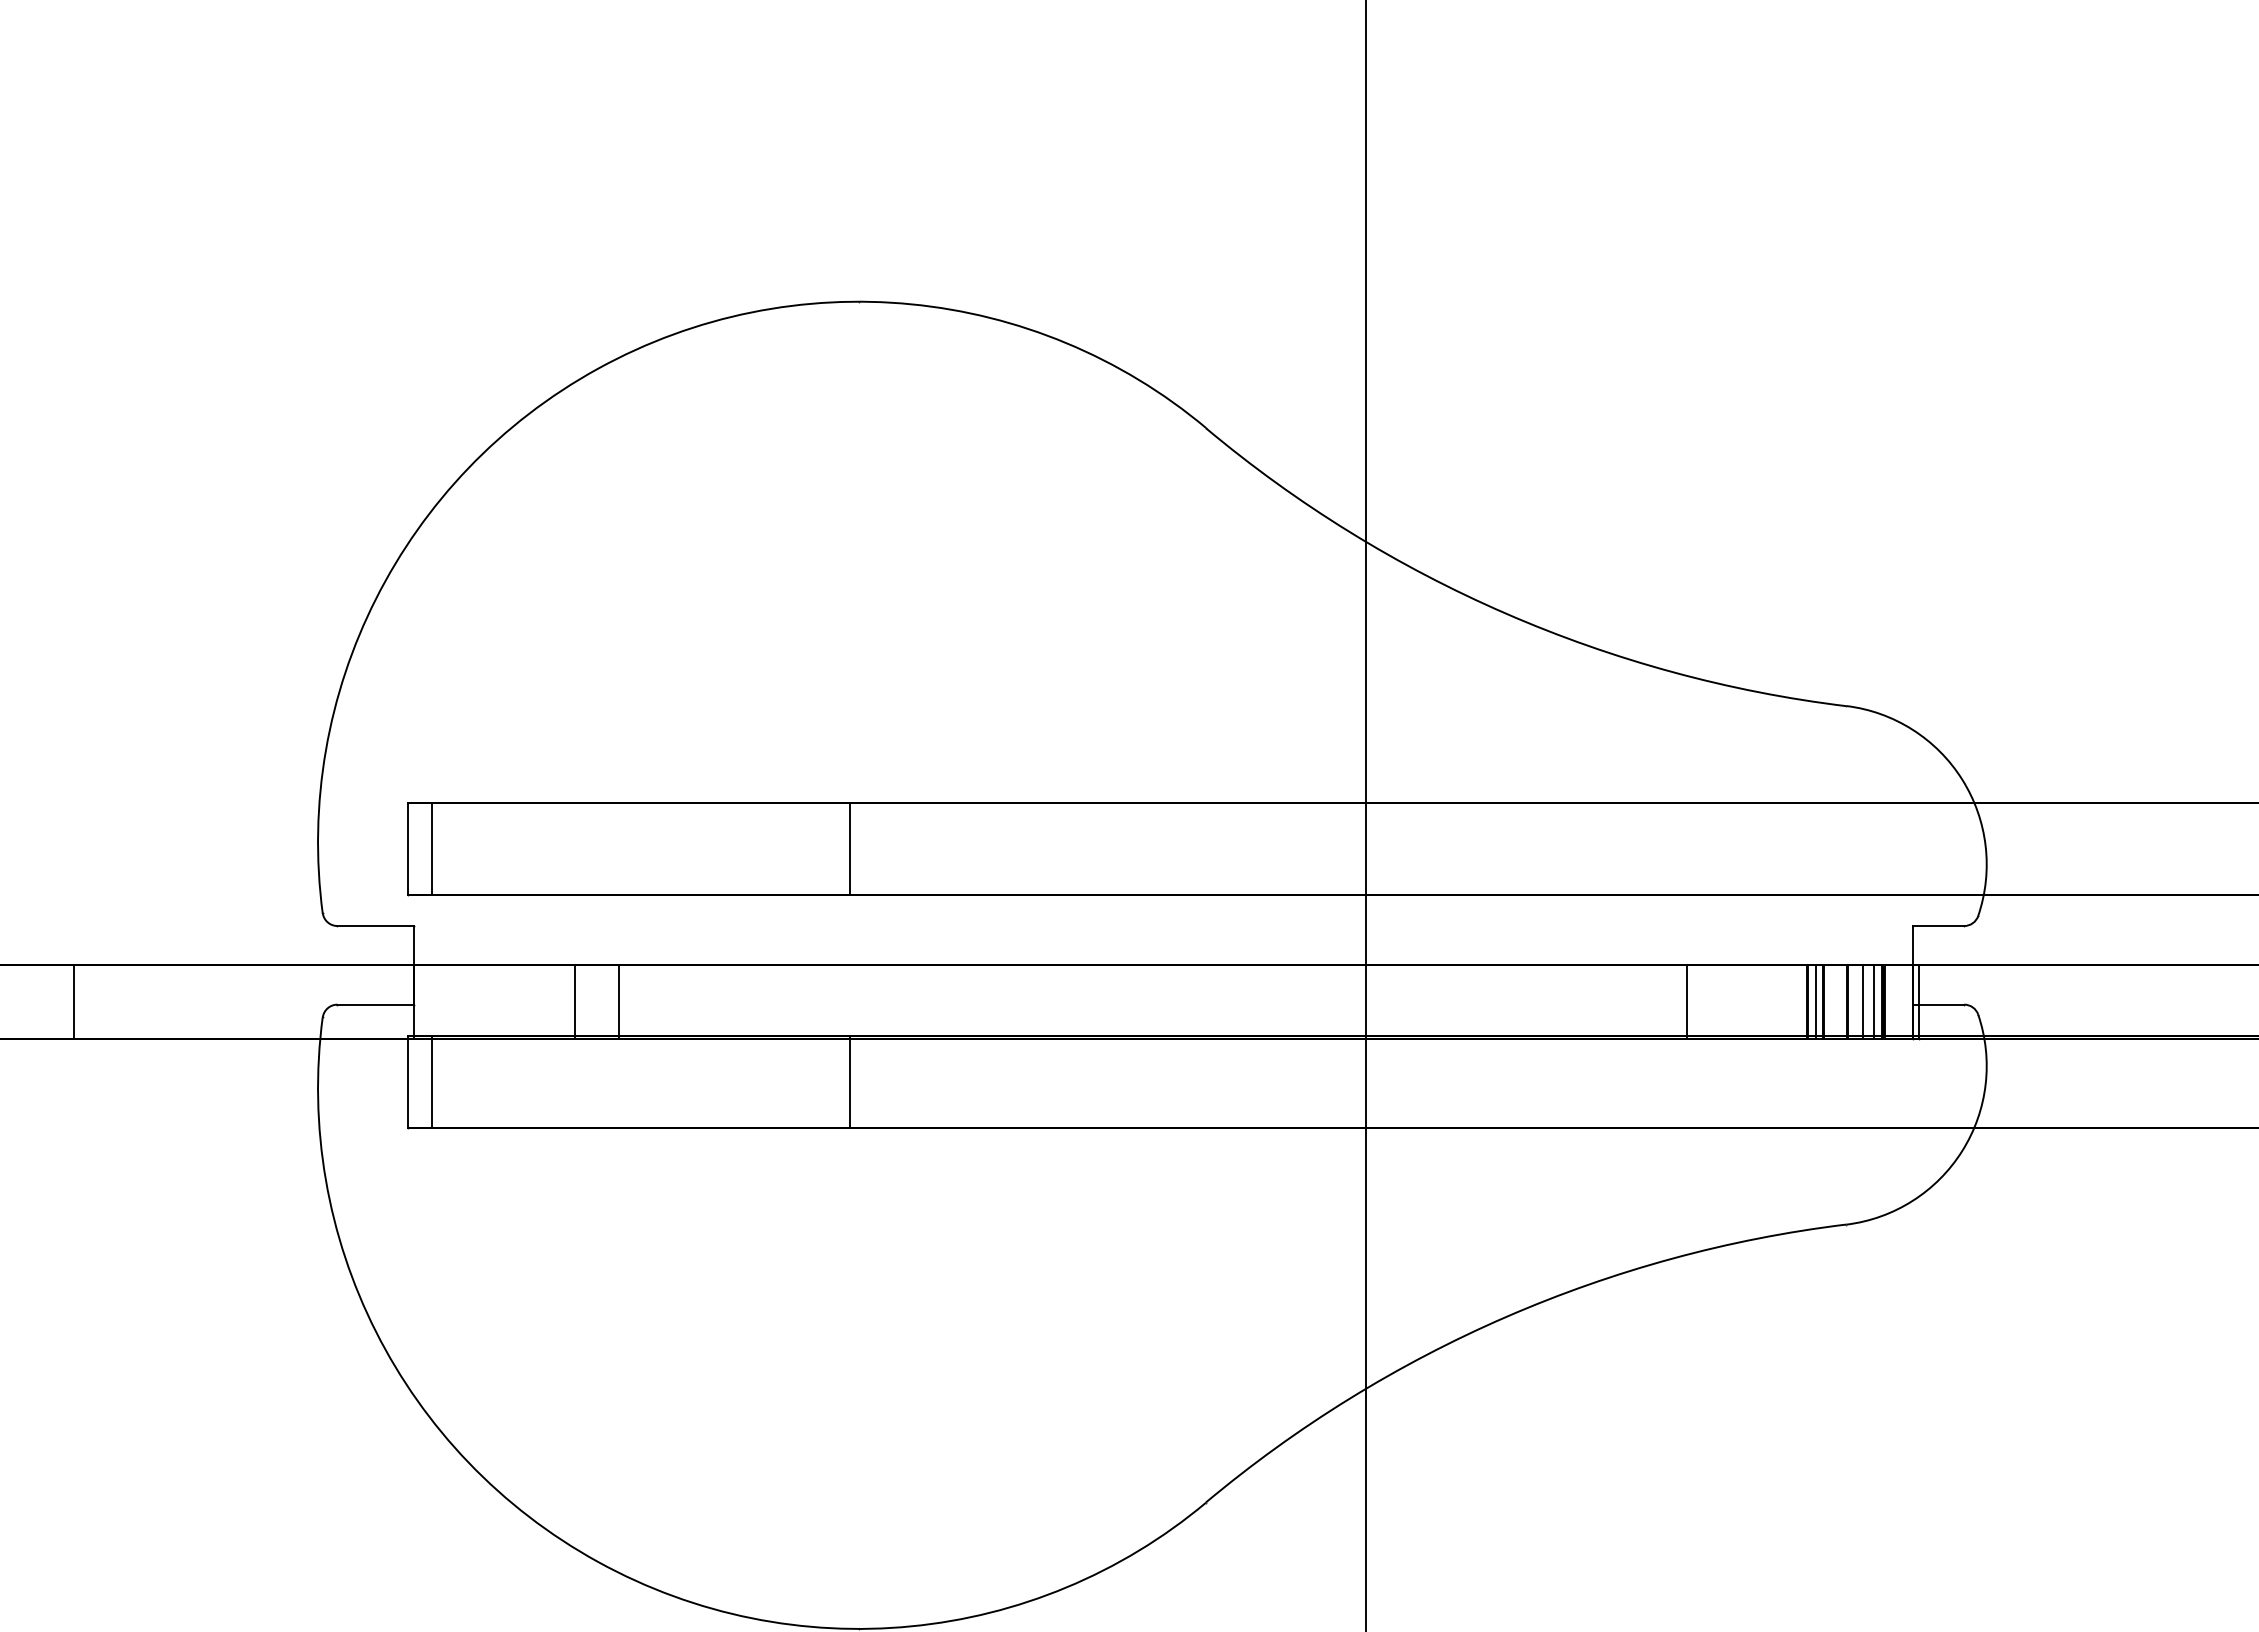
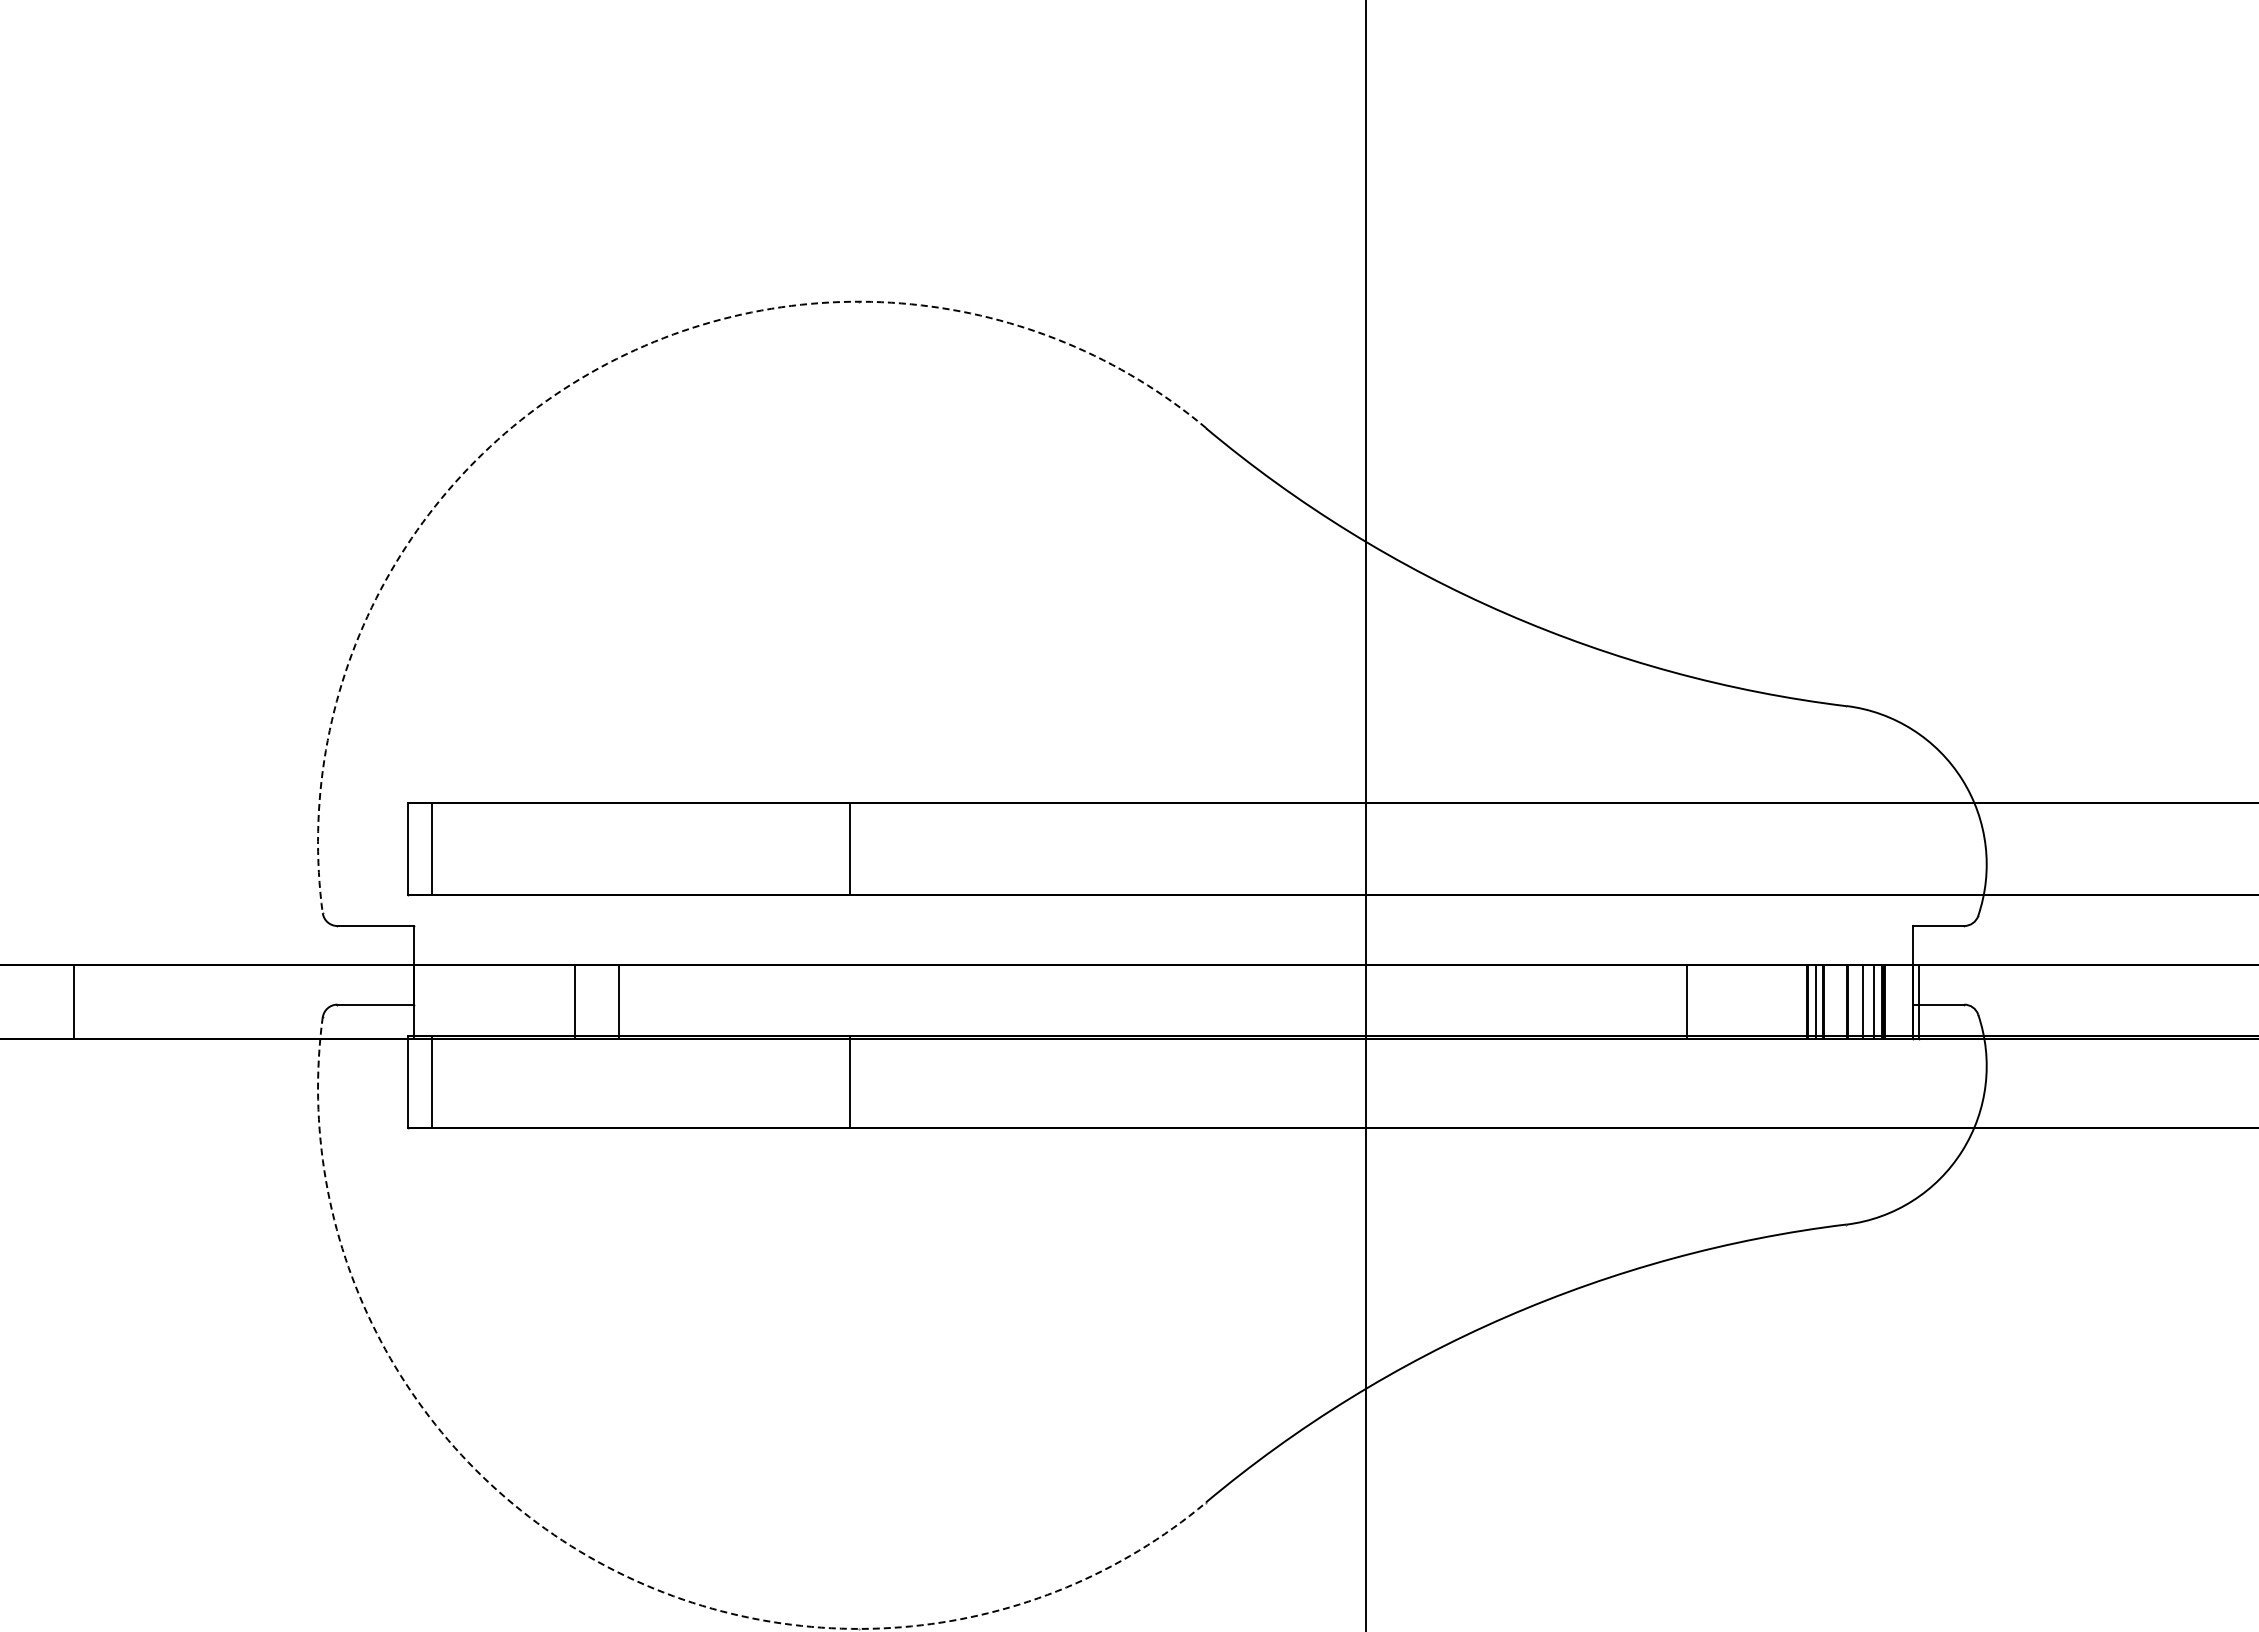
arc at (598, 368): solid -> dashed
arc at (598, 1561): solid -> dashed
